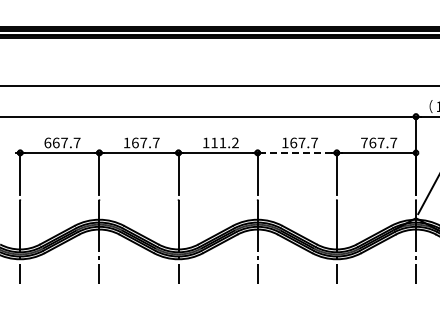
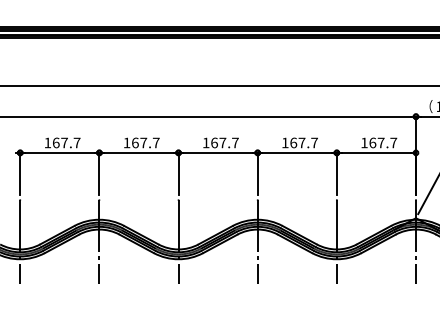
text at (47, 142): 667.7 -> 167.7
text at (224, 142): 111.2 -> 167.7
text at (364, 142): 767.7 -> 167.7
line at (297, 152): dashed -> solid
